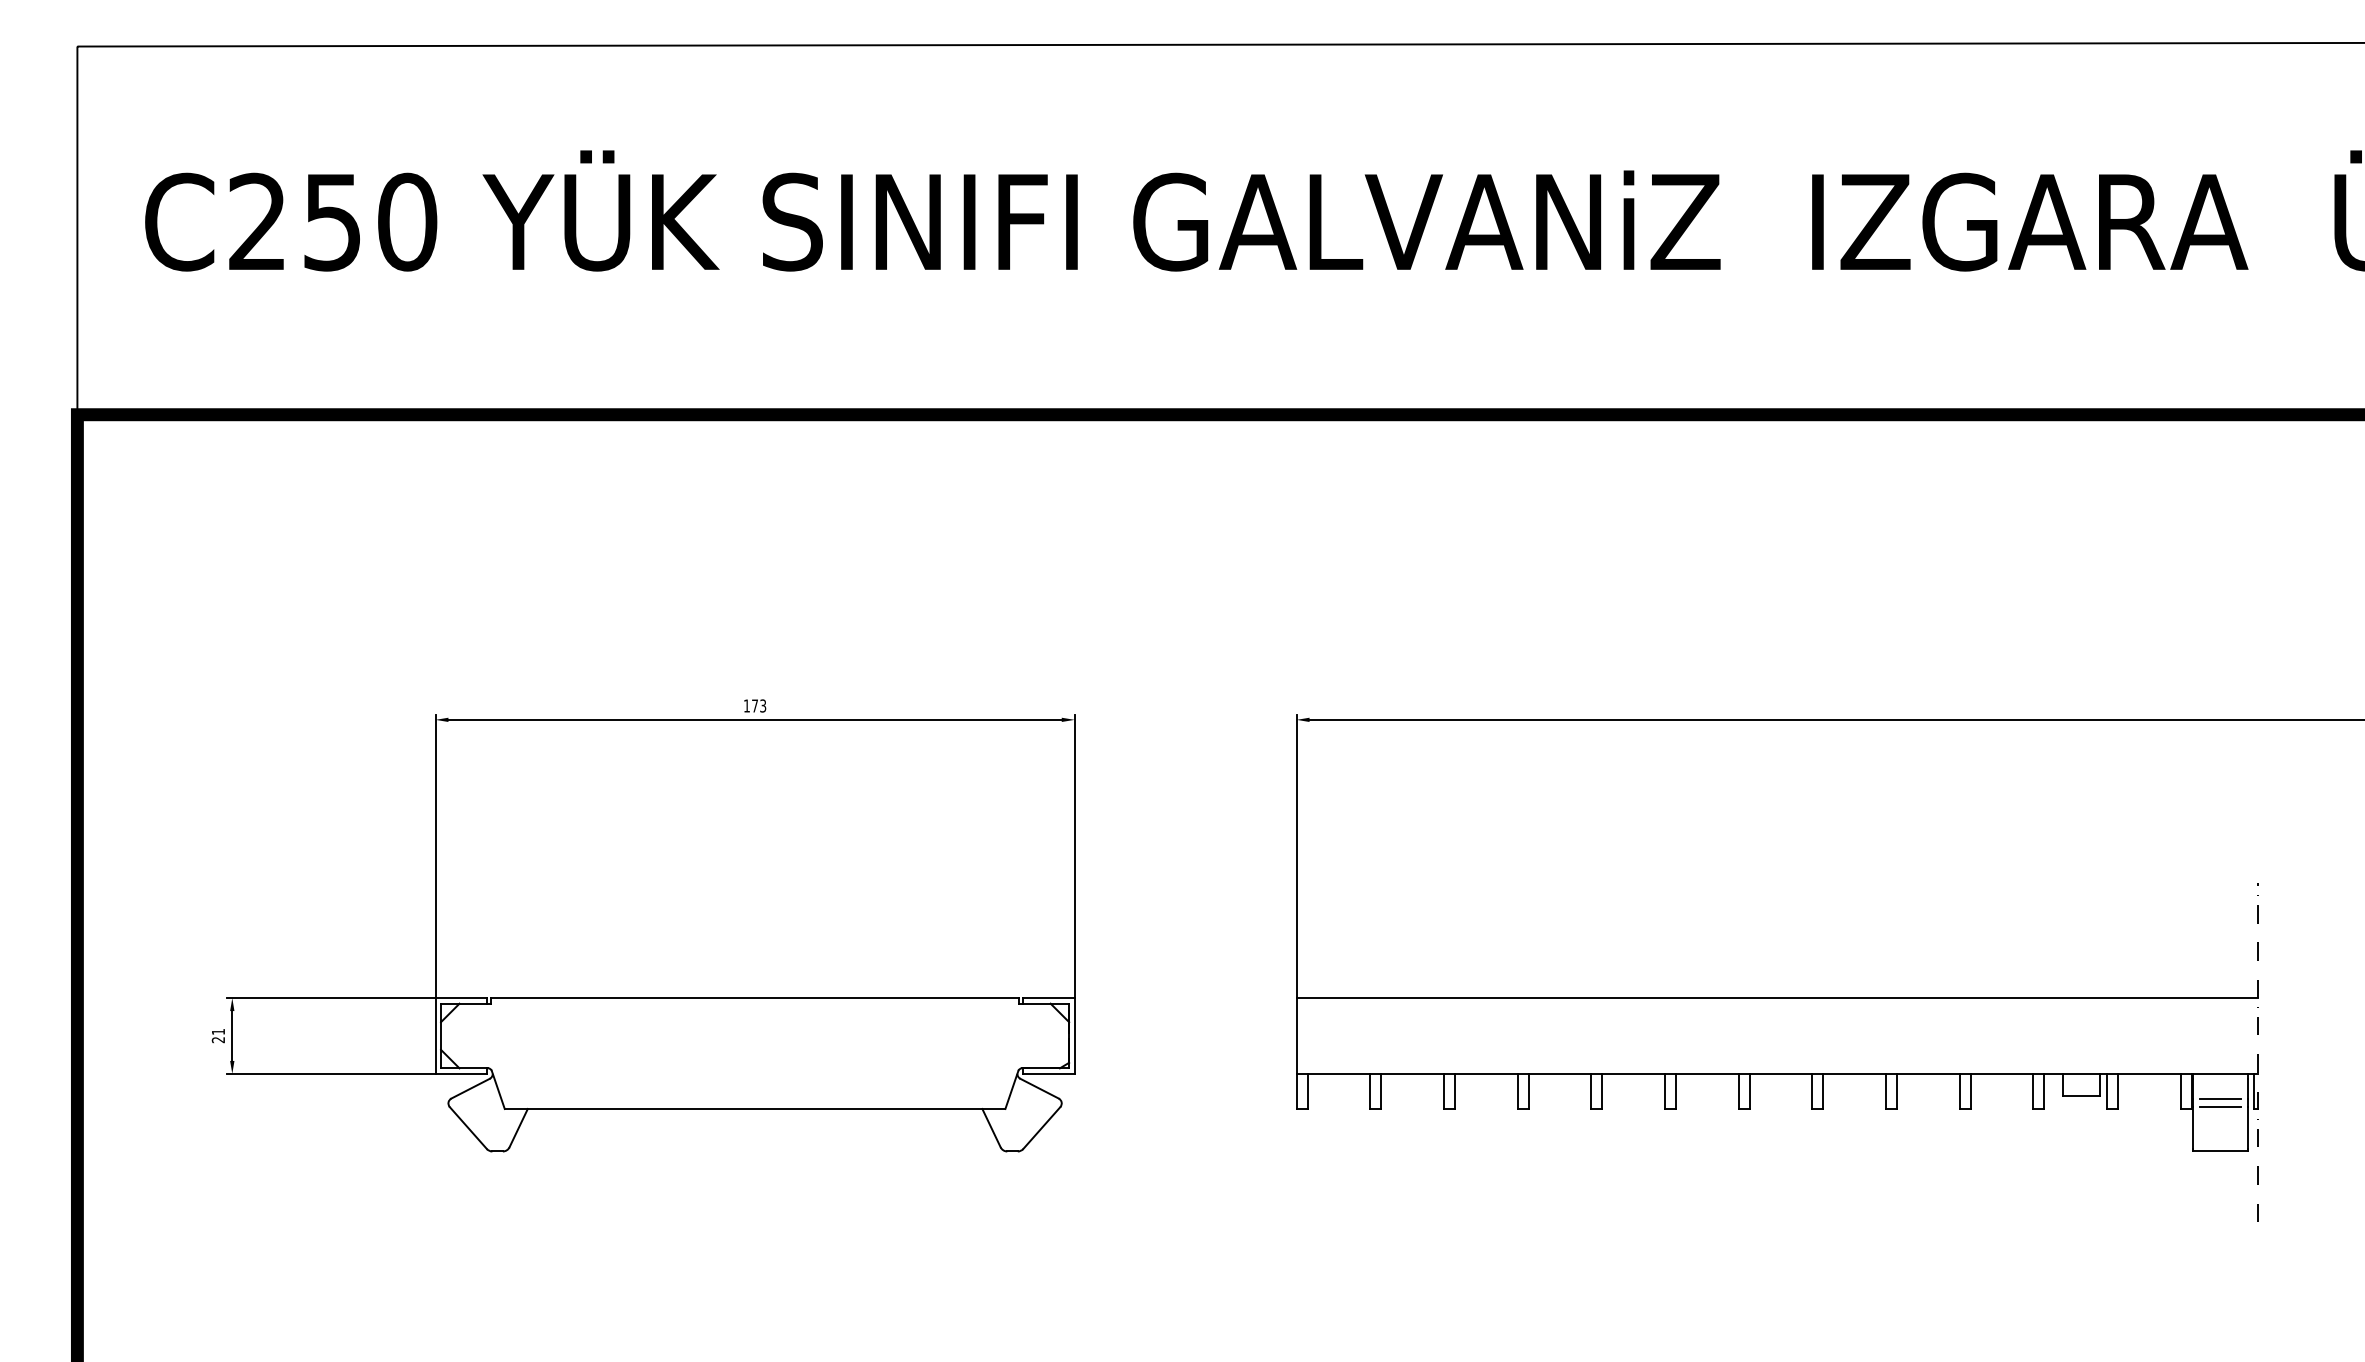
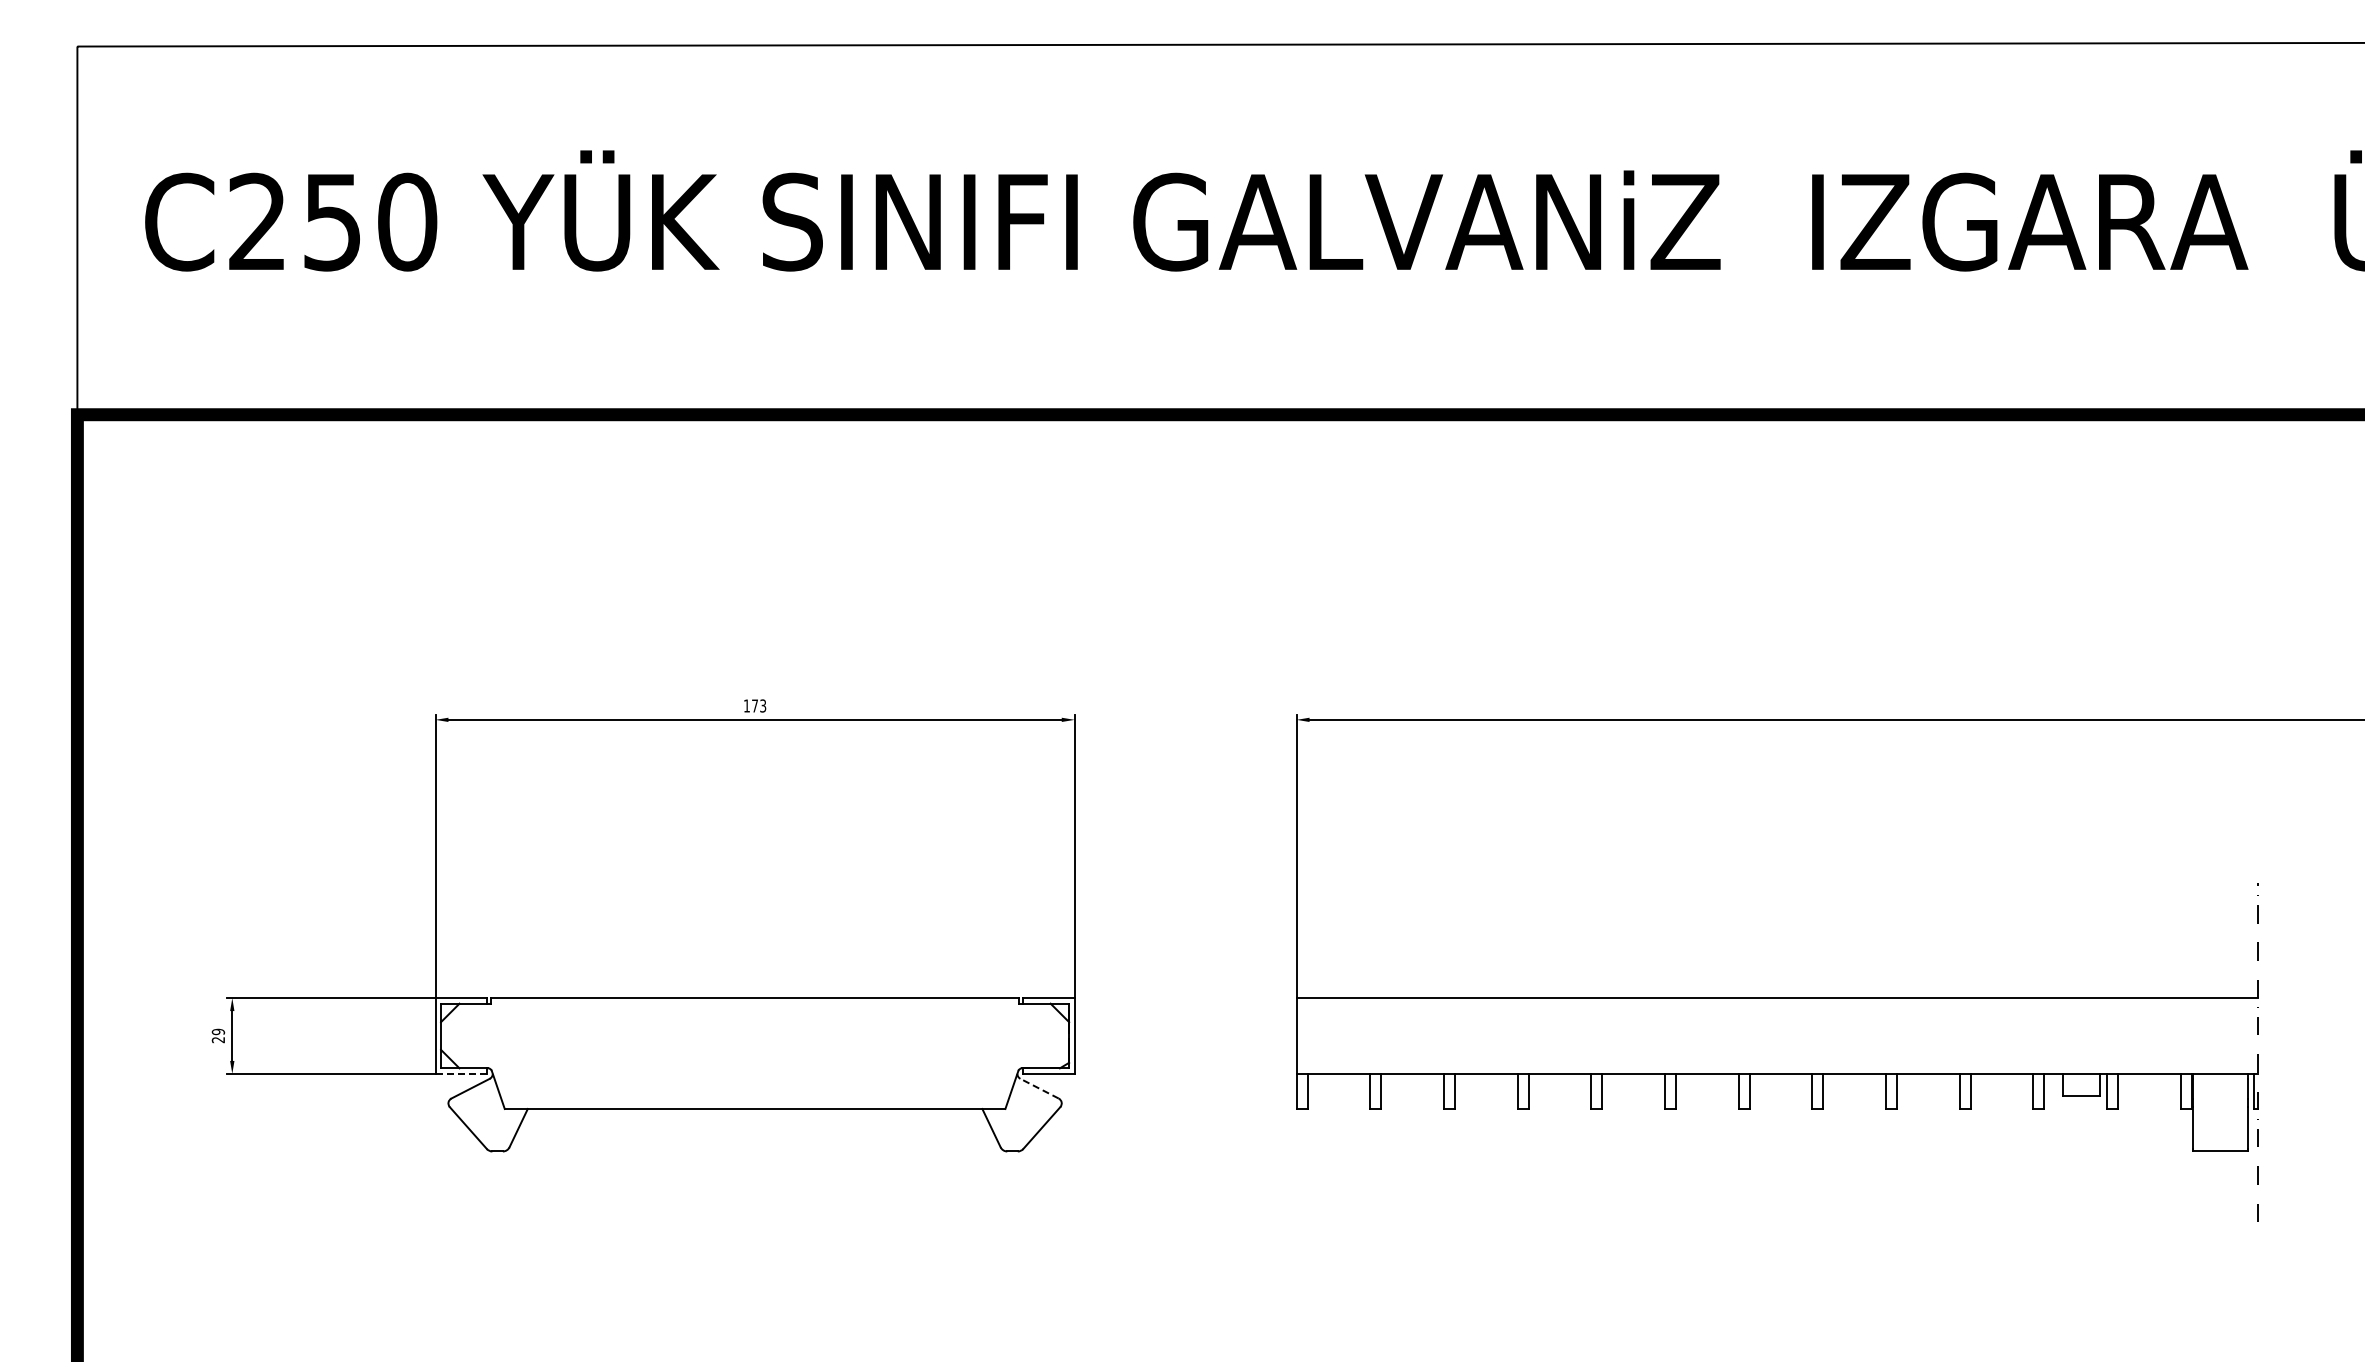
text at (218, 1031): 21 -> 29
line at (461, 1073): solid -> dashed
line at (1039, 1088): solid -> dashed
line at (2220, 1098): present -> none
line at (2220, 1107): present -> none
